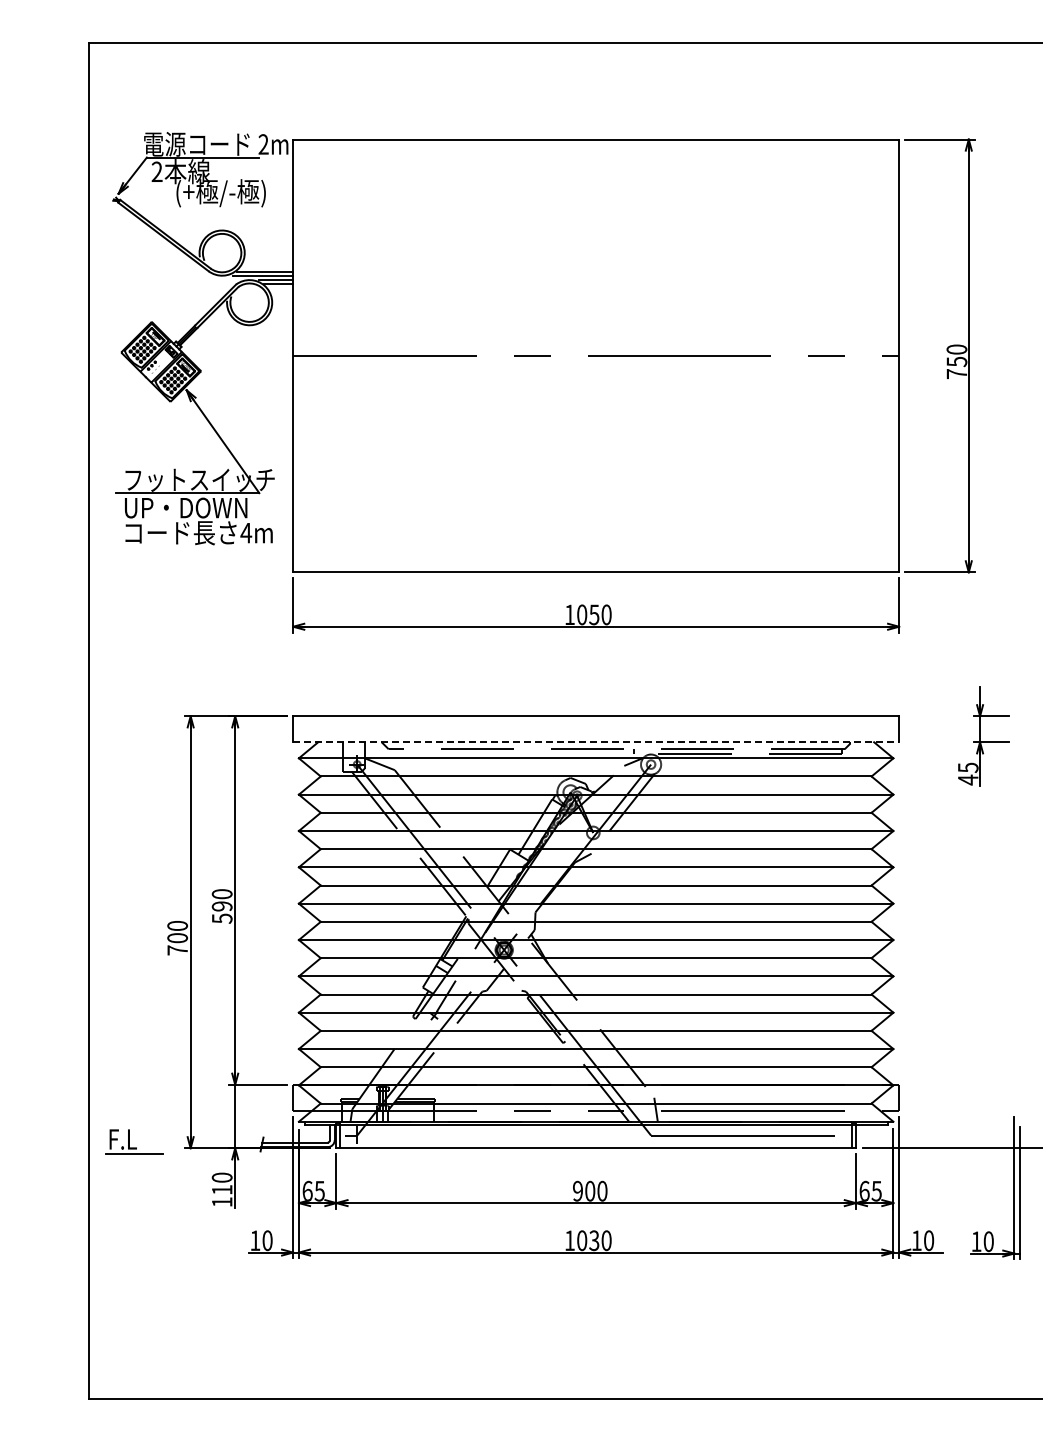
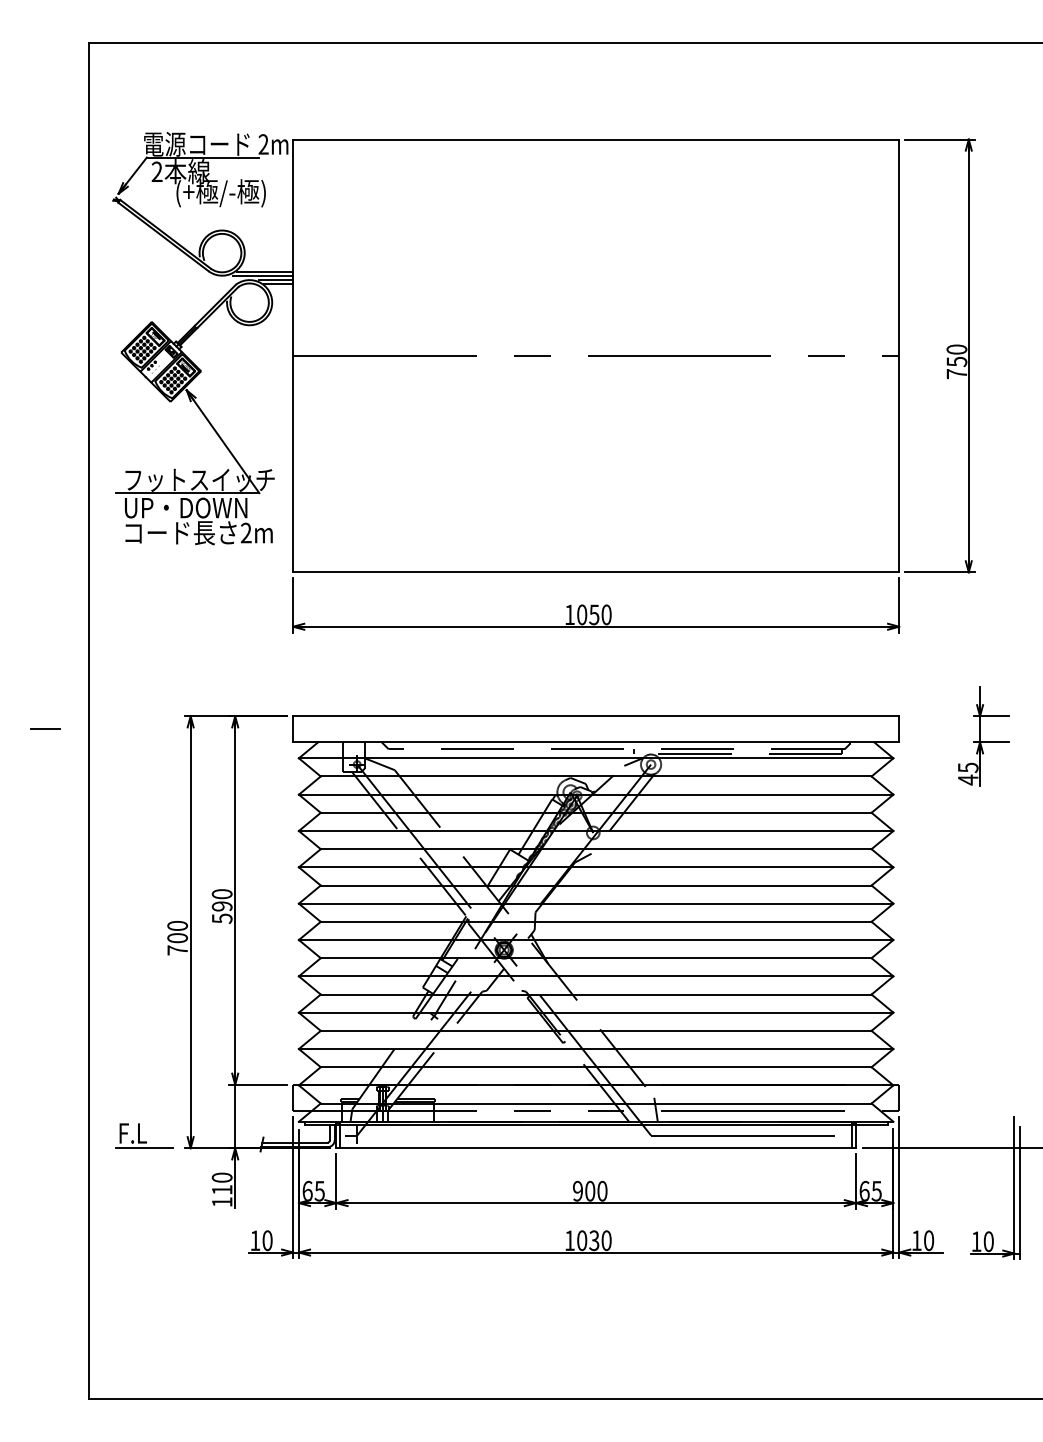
text at (246, 532): 4m -> 2m
line at (45, 729): none -> present
line at (596, 742): dashed -> solid
part at (134, 1141) position: (134, 1141) -> (144, 1135)
